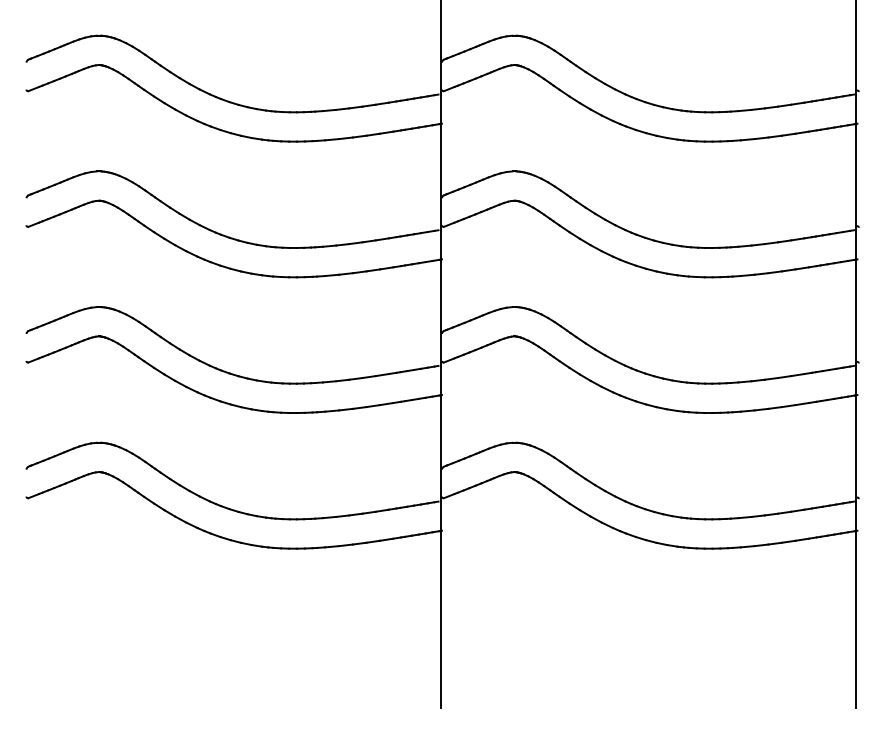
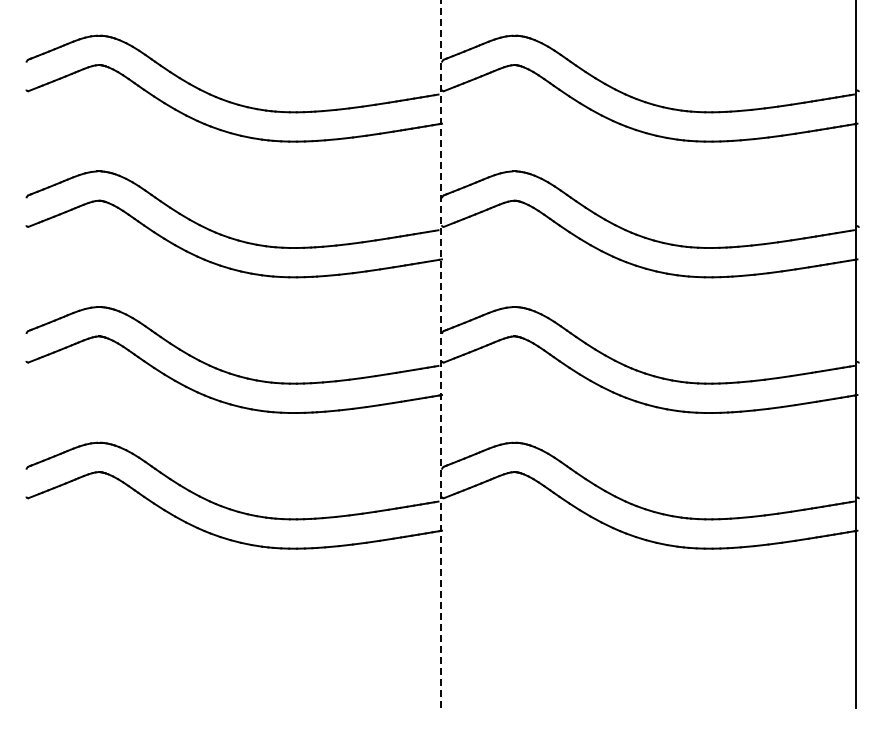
line at (440, 353): solid -> dashed
